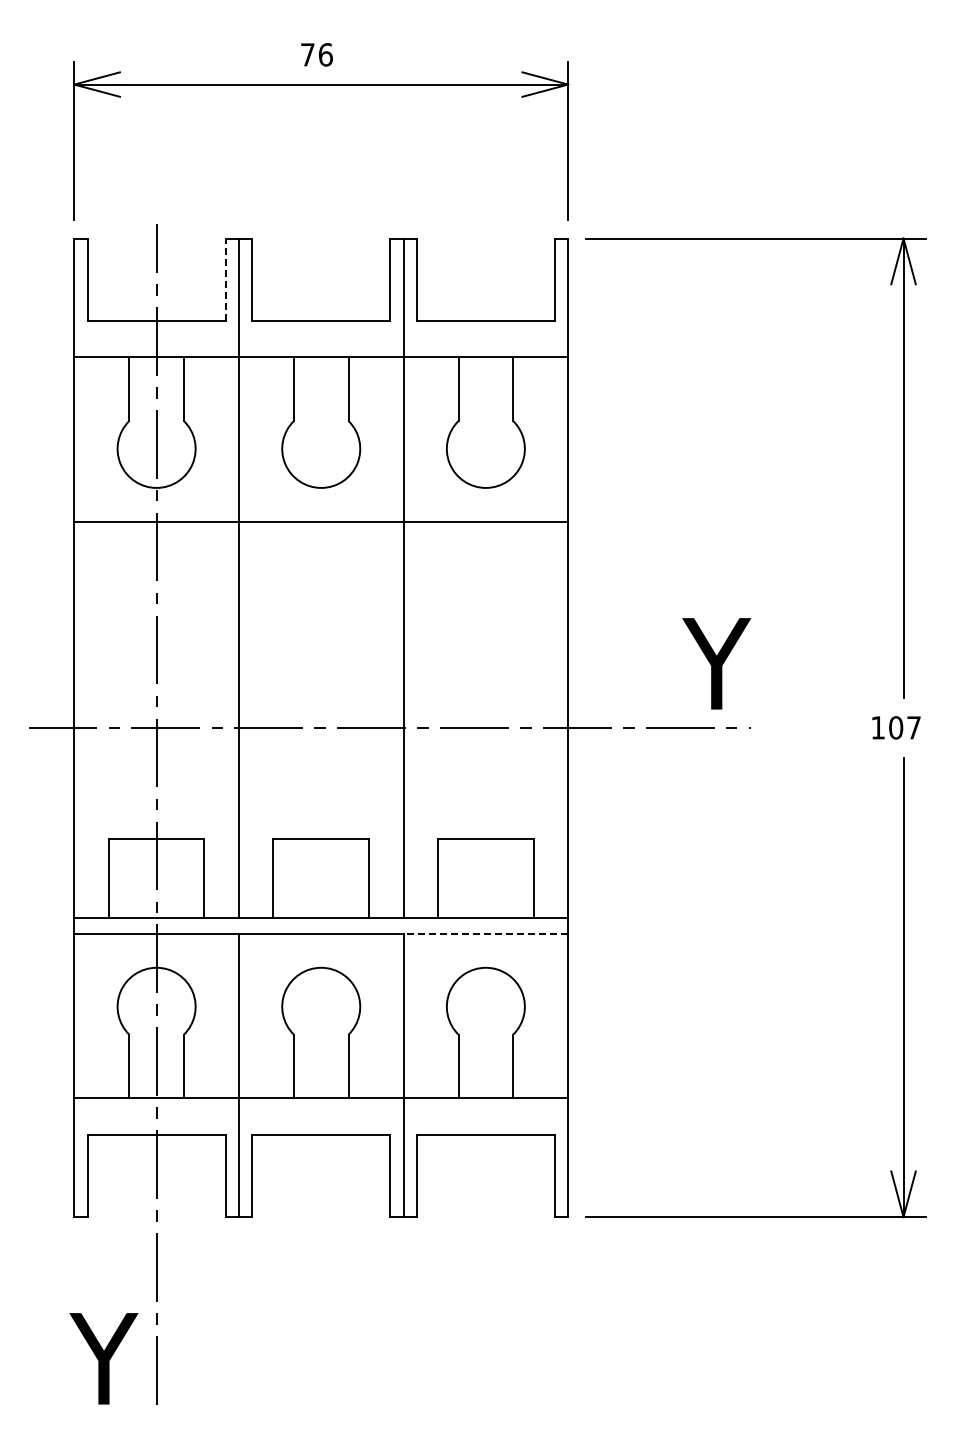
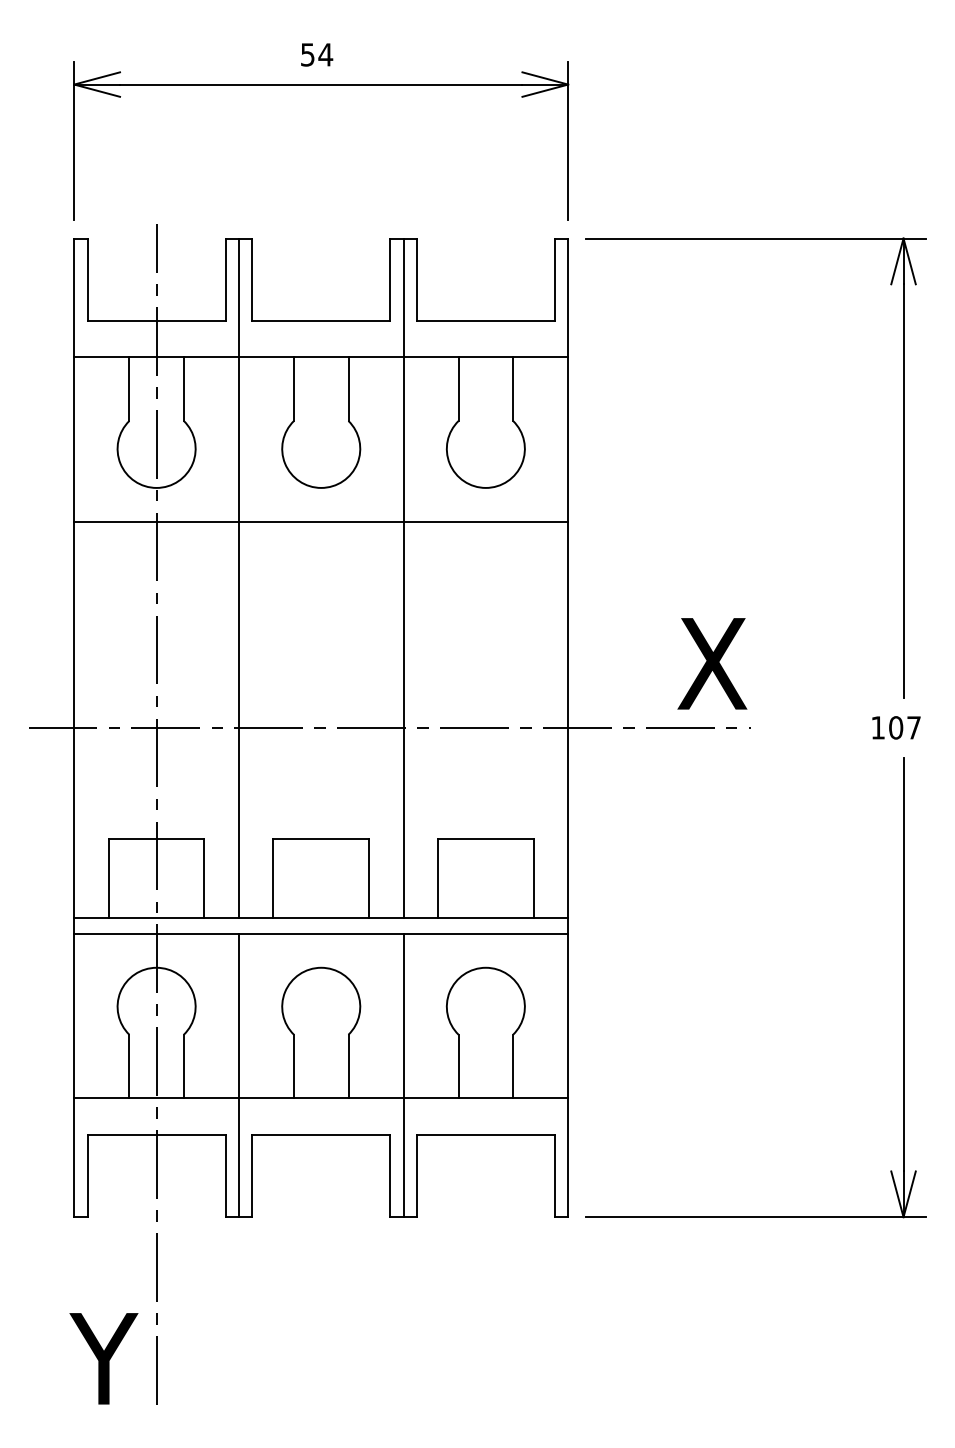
text at (317, 54): 76 -> 54
line at (225, 279): dashed -> solid
text at (714, 663): Y -> X
line at (485, 933): dashed -> solid
